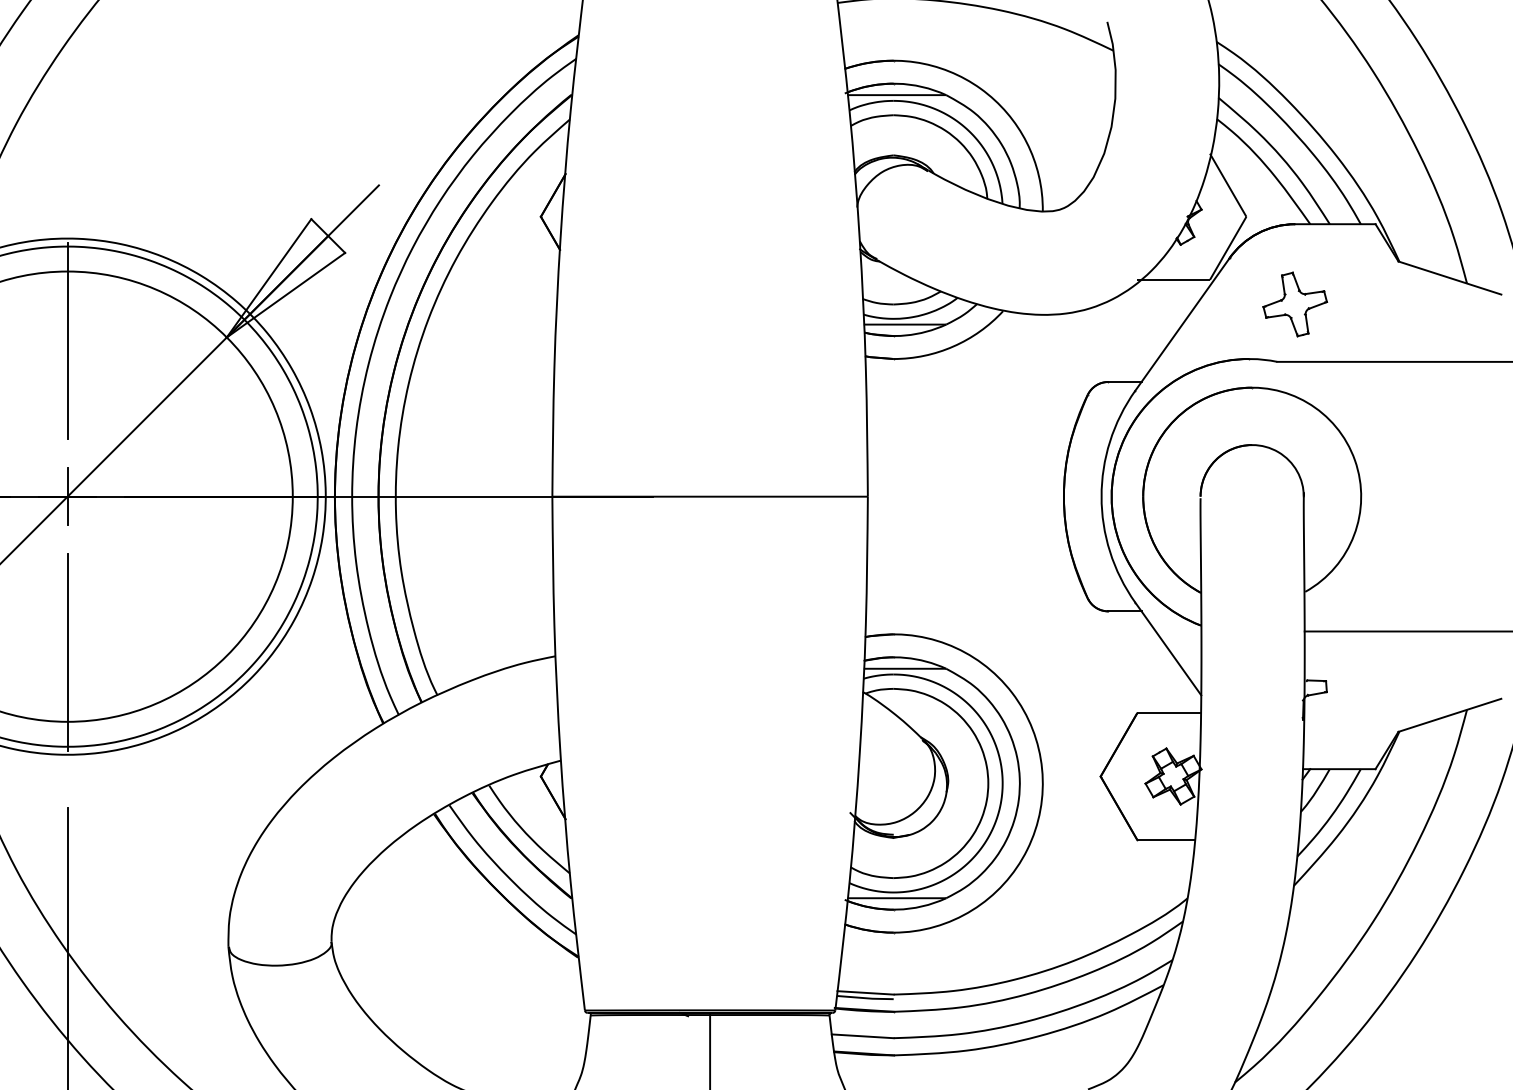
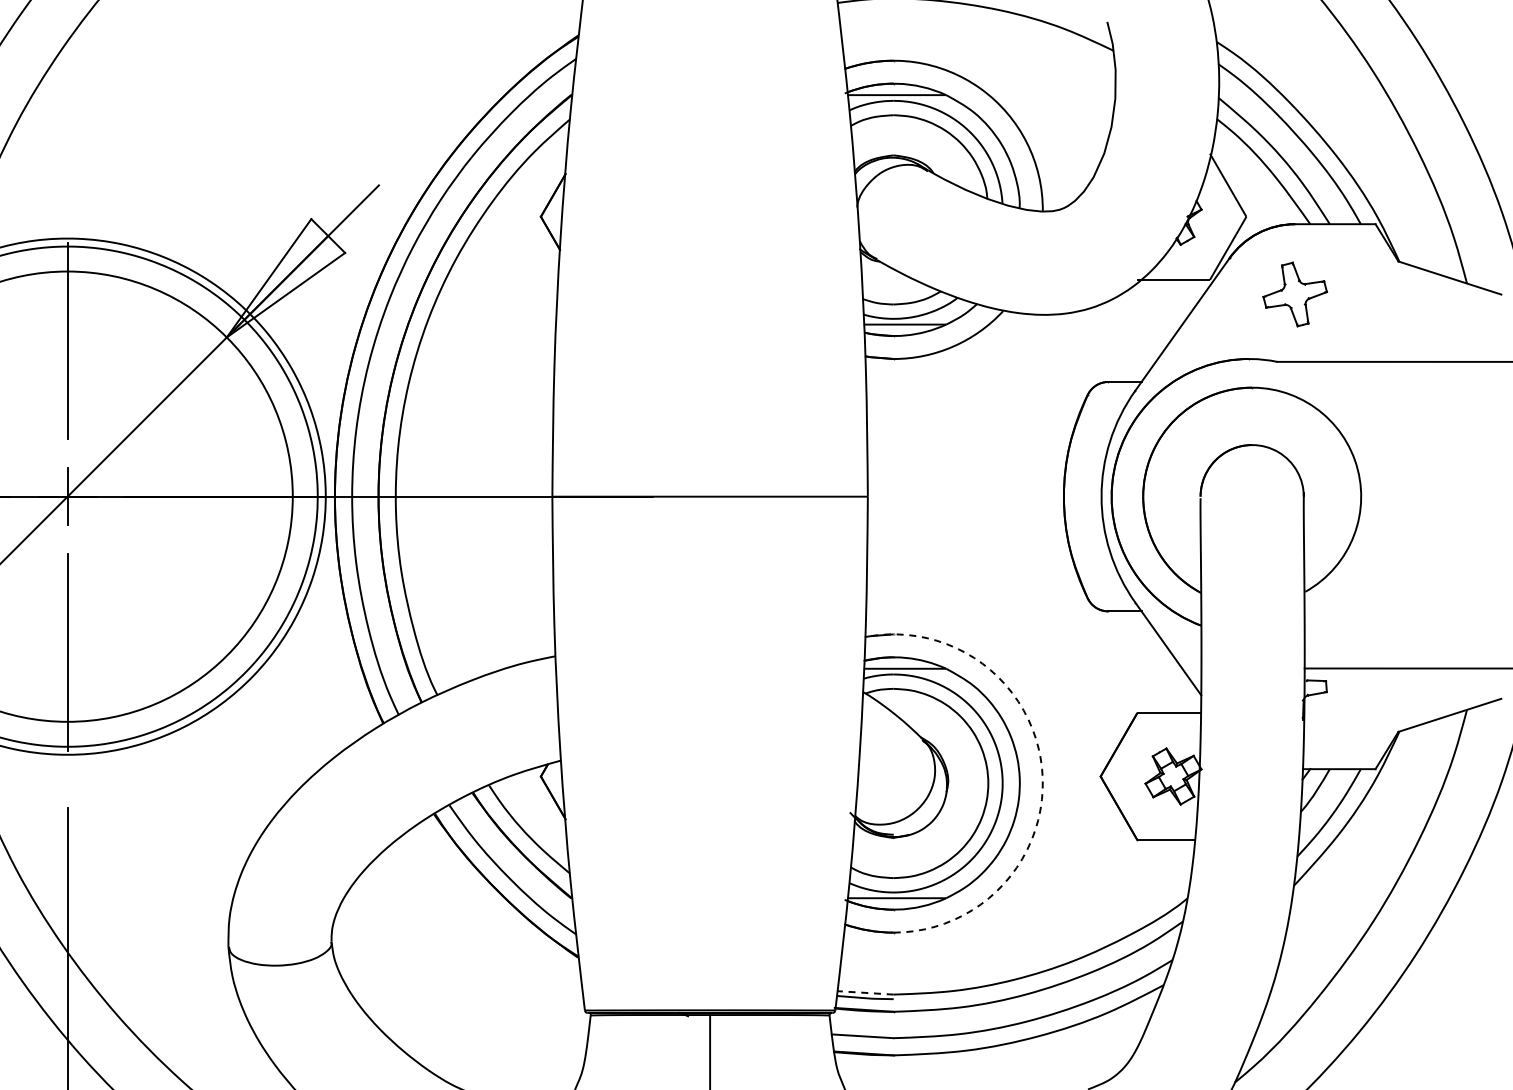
part at (1295, 304) position: (1295, 304) -> (1295, 294)
line at (1406, 631) position: (1406, 631) -> (1406, 668)
arc at (1042, 769): solid -> dashed
line at (865, 992): solid -> dashed
